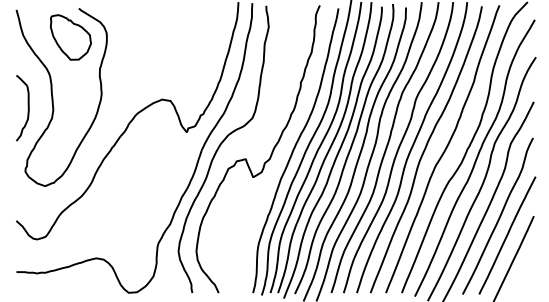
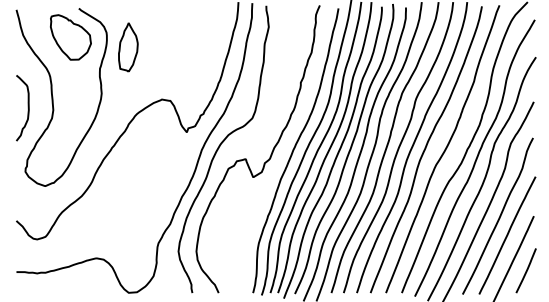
part at (128, 47): none -> present
line at (526, 270): none -> present
